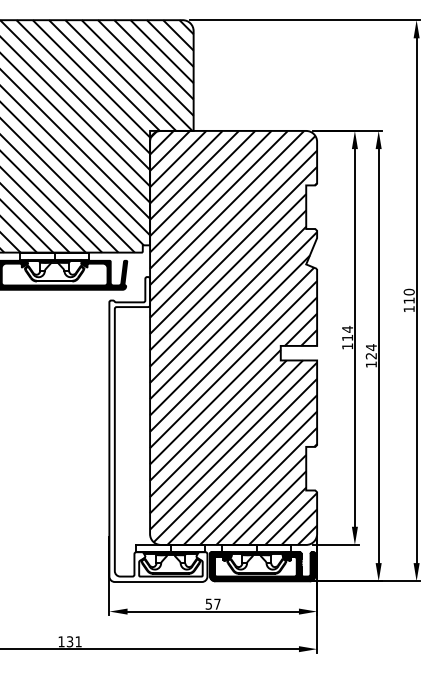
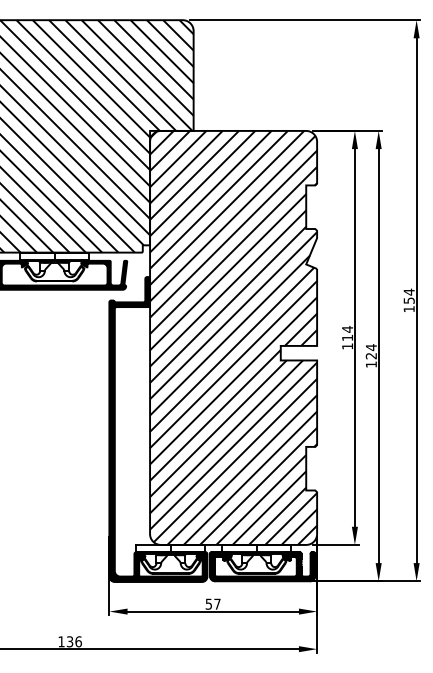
text at (408, 295): 110 -> 154
fill at (158, 429): none -> present
text at (78, 641): 131 -> 136
